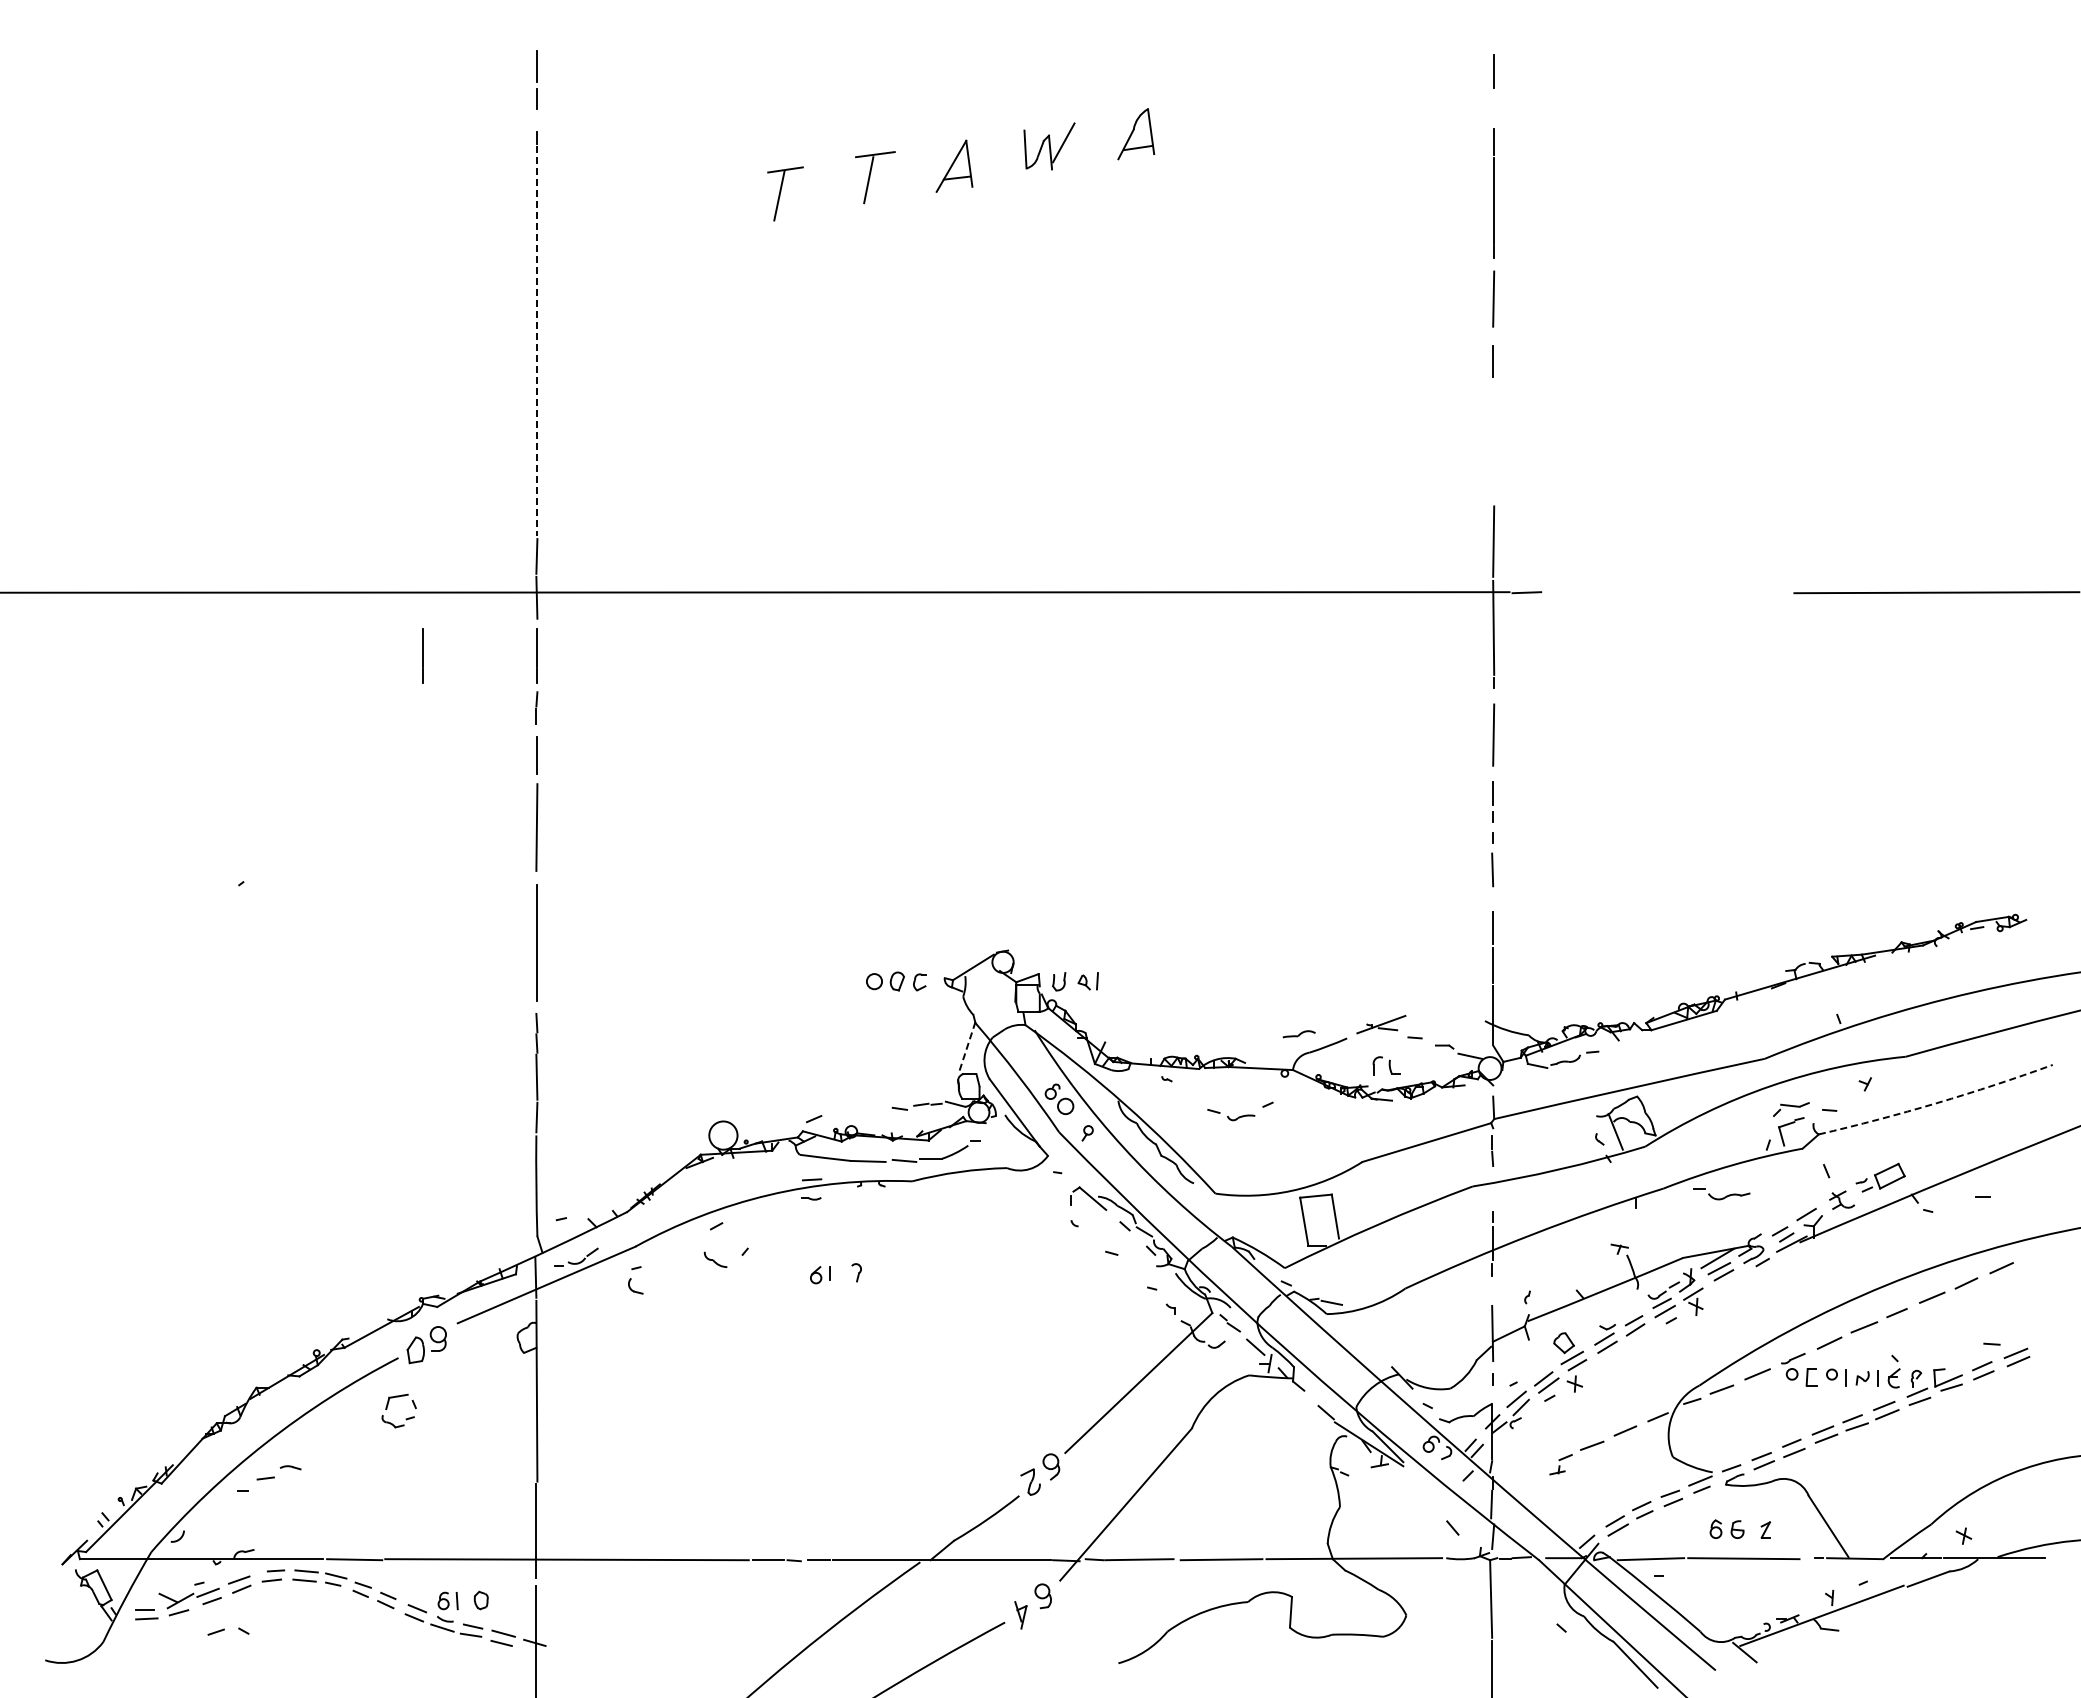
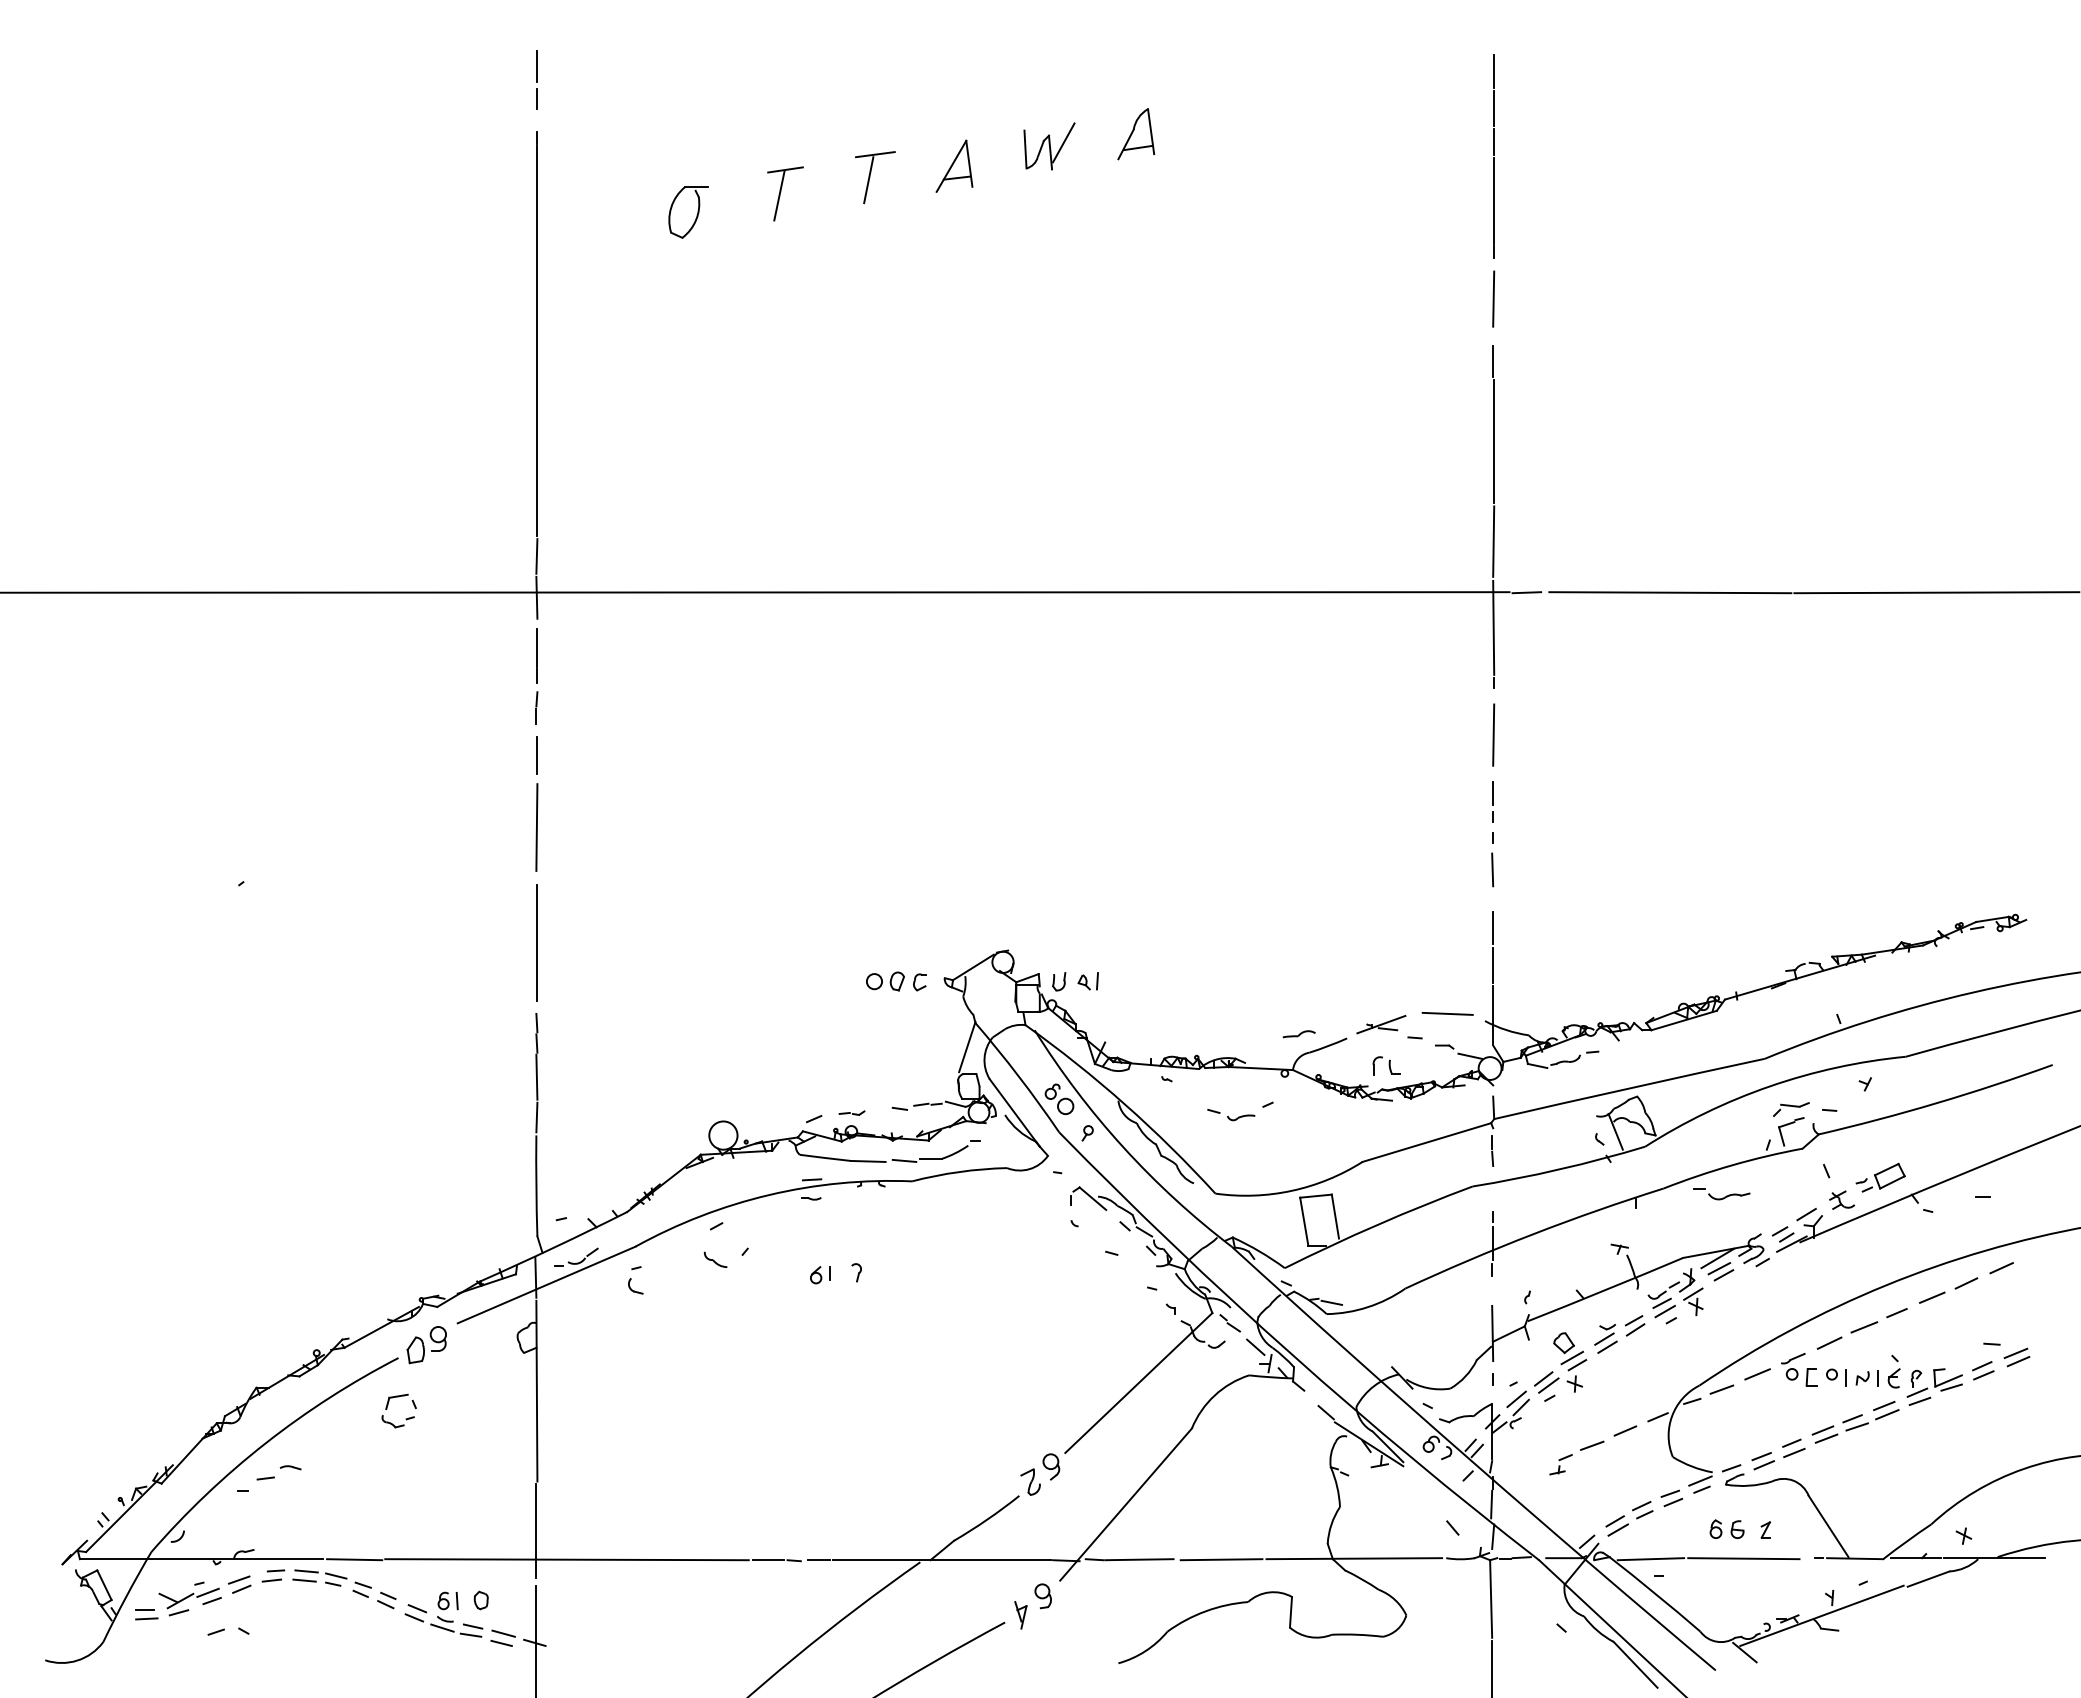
line at (1494, 107): none -> present
part at (696, 215): none -> present
line at (537, 341): dashed -> solid
line at (1494, 441): none -> present
line at (1670, 592): none -> present
line at (422, 655): present -> none
line at (1447, 1013): none -> present
line at (967, 1047): dashed -> solid
arc at (1936, 1103): dashed -> solid
part at (851, 1112): none -> present
